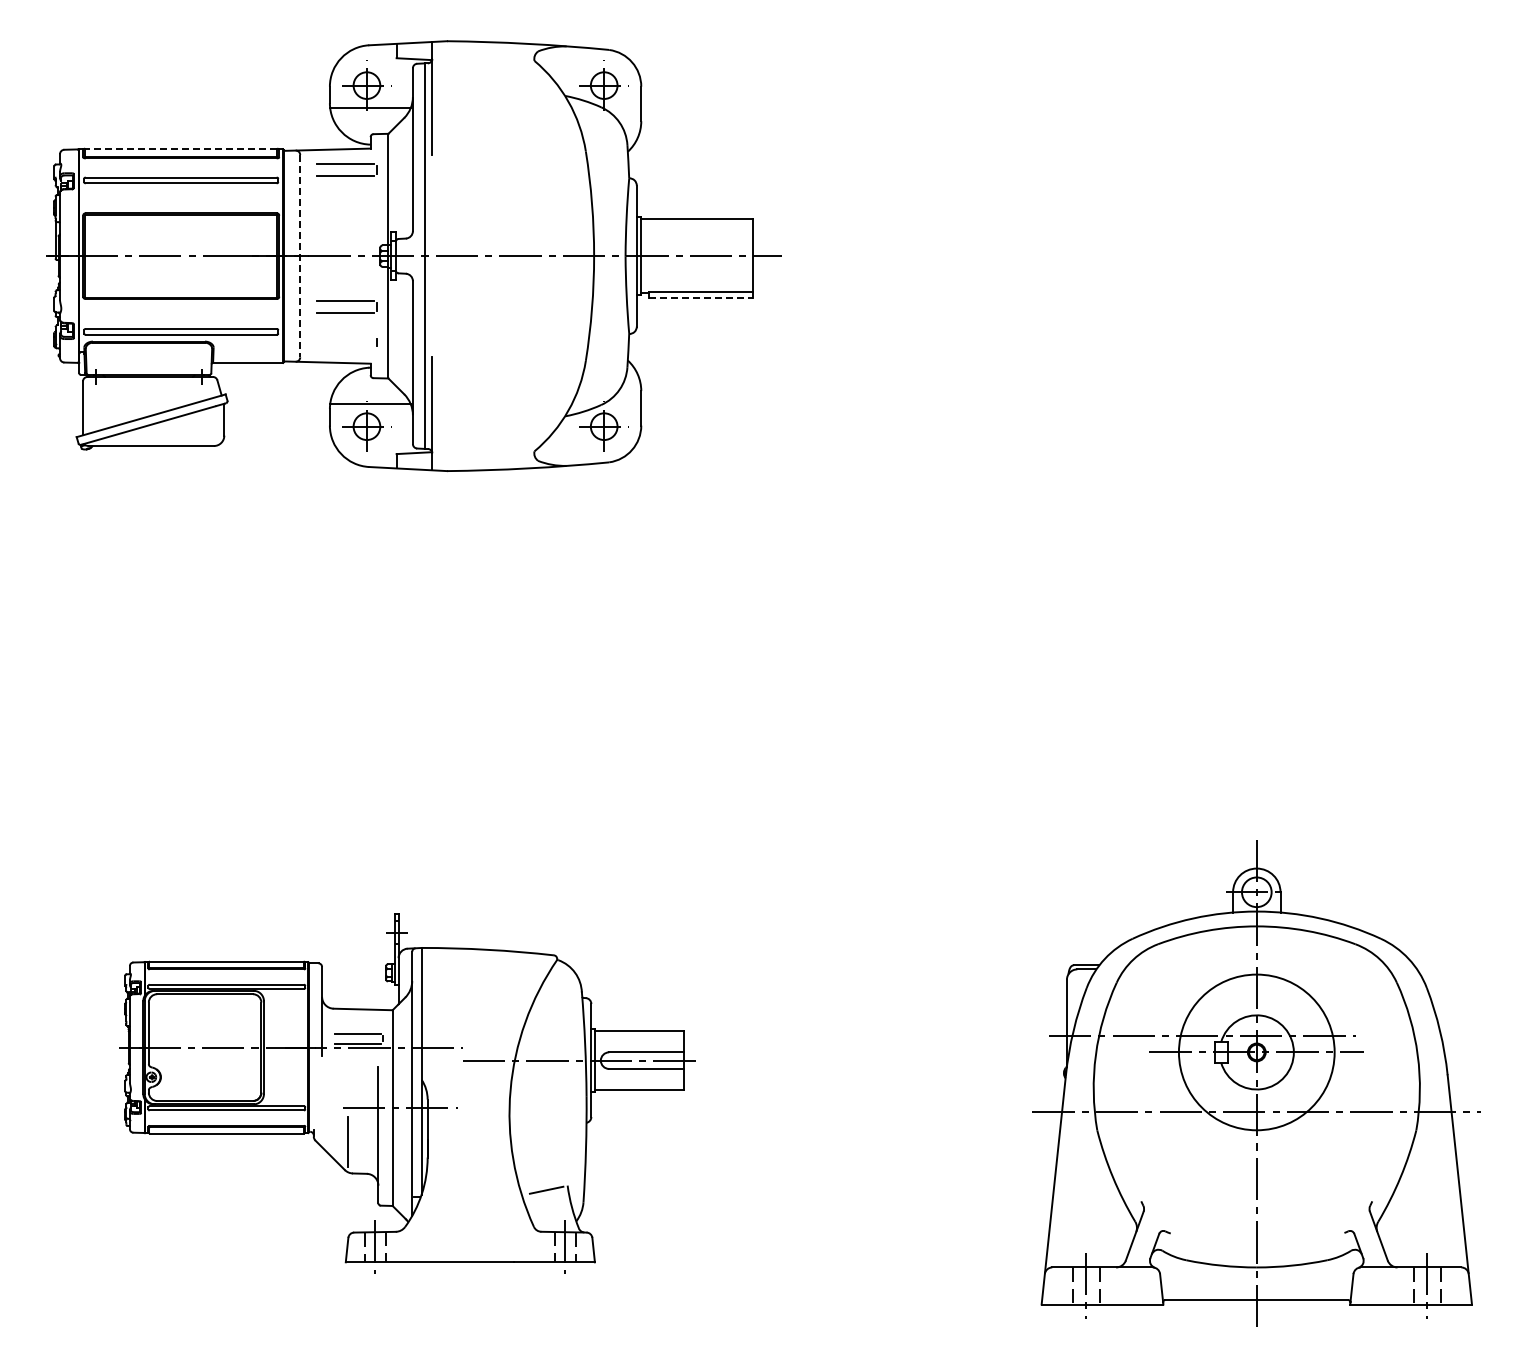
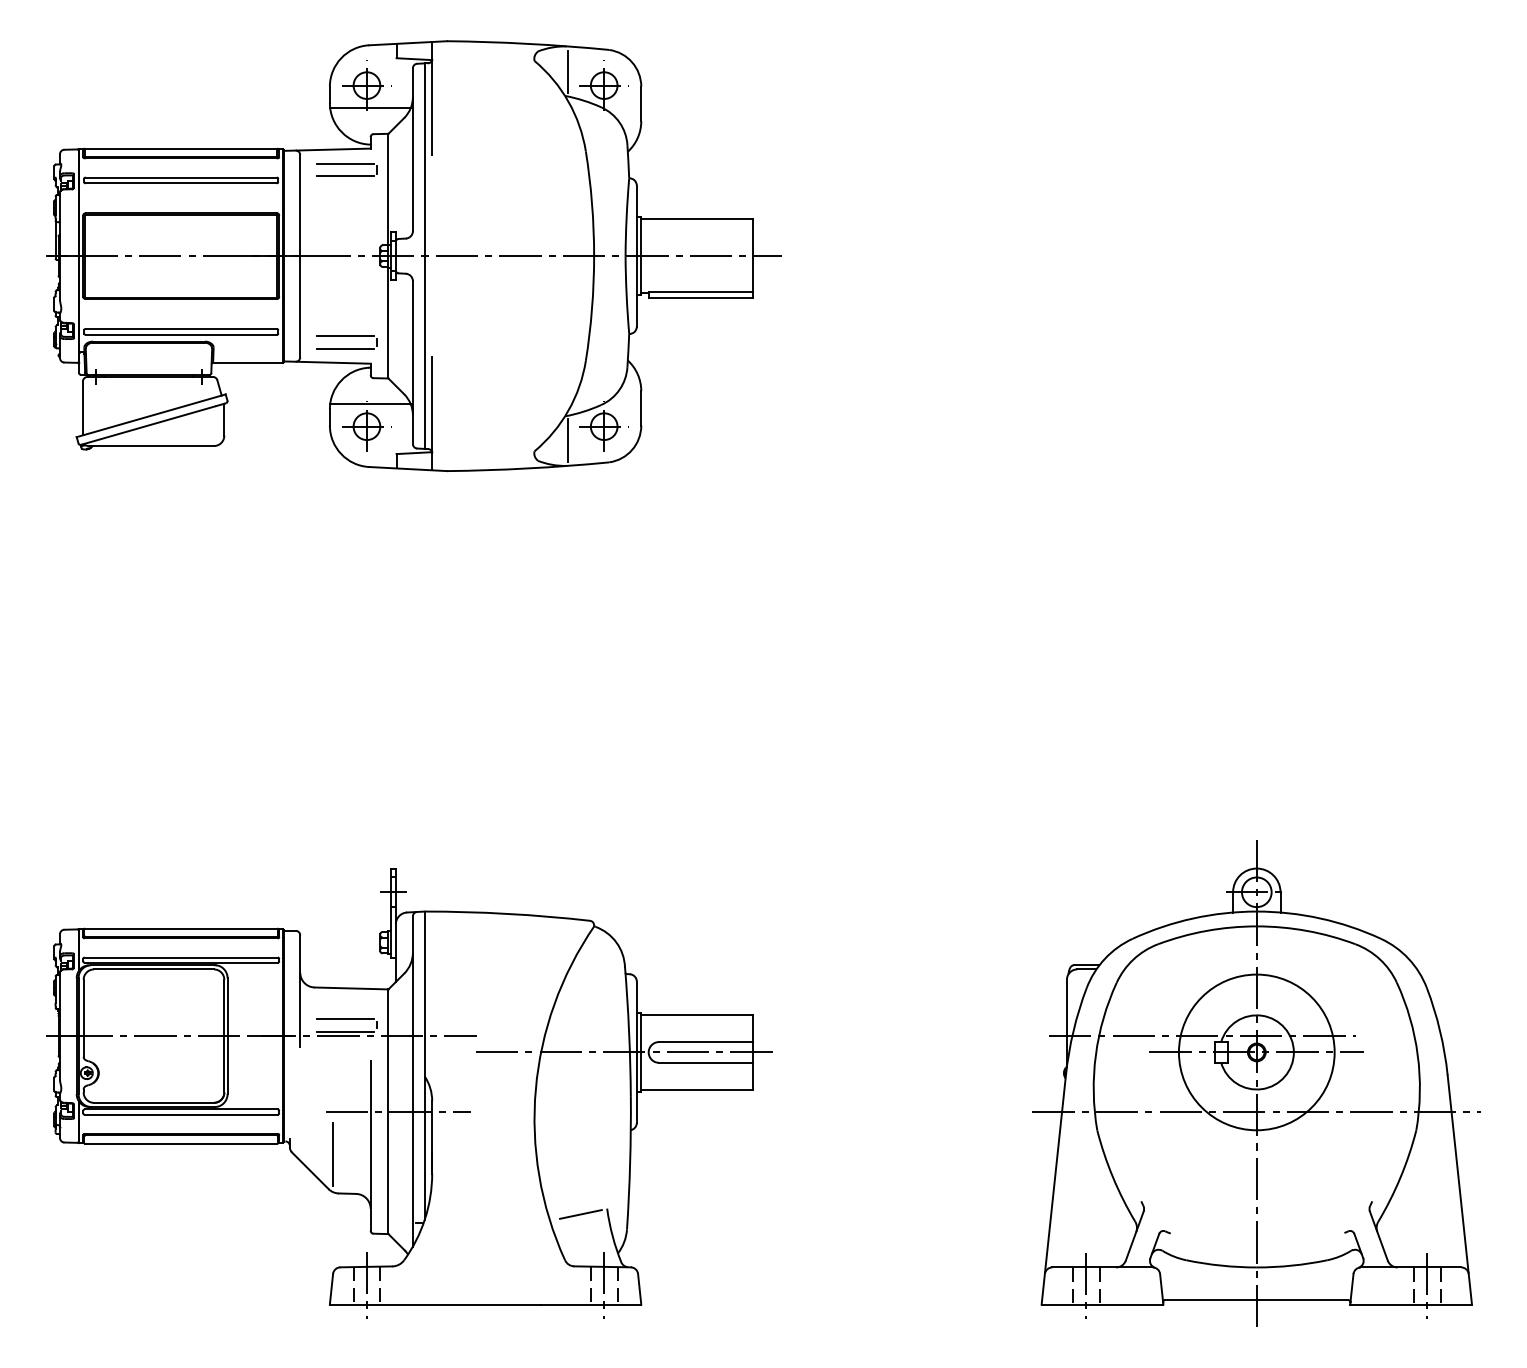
line at (567, 71): none -> present
line at (180, 148): dashed -> solid
line at (300, 256): dashed -> solid
line at (700, 298): dashed -> solid
part at (346, 306): present -> none
line at (345, 336): none -> present
line at (345, 348): none -> present
line at (567, 439): none -> present
part at (407, 1093) size: 577x361 px -> 727x451 px
